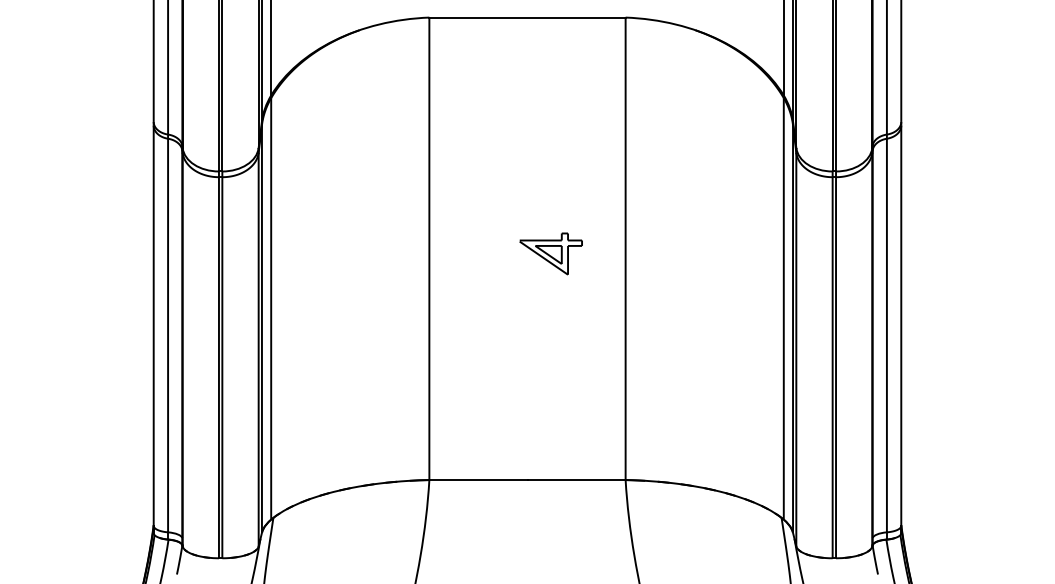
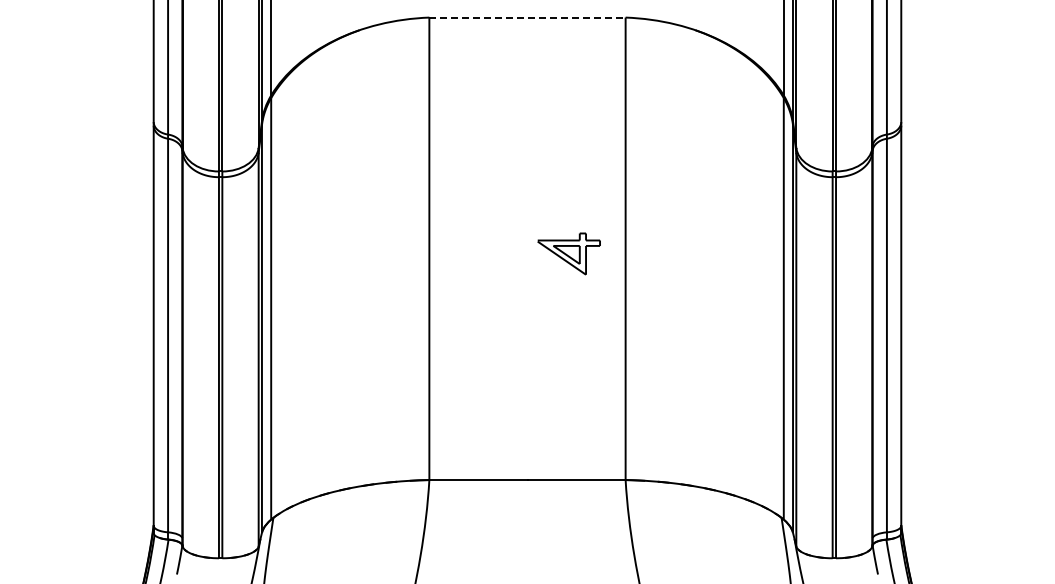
line at (527, 17): solid -> dashed
part at (550, 253) position: (550, 253) -> (568, 253)
